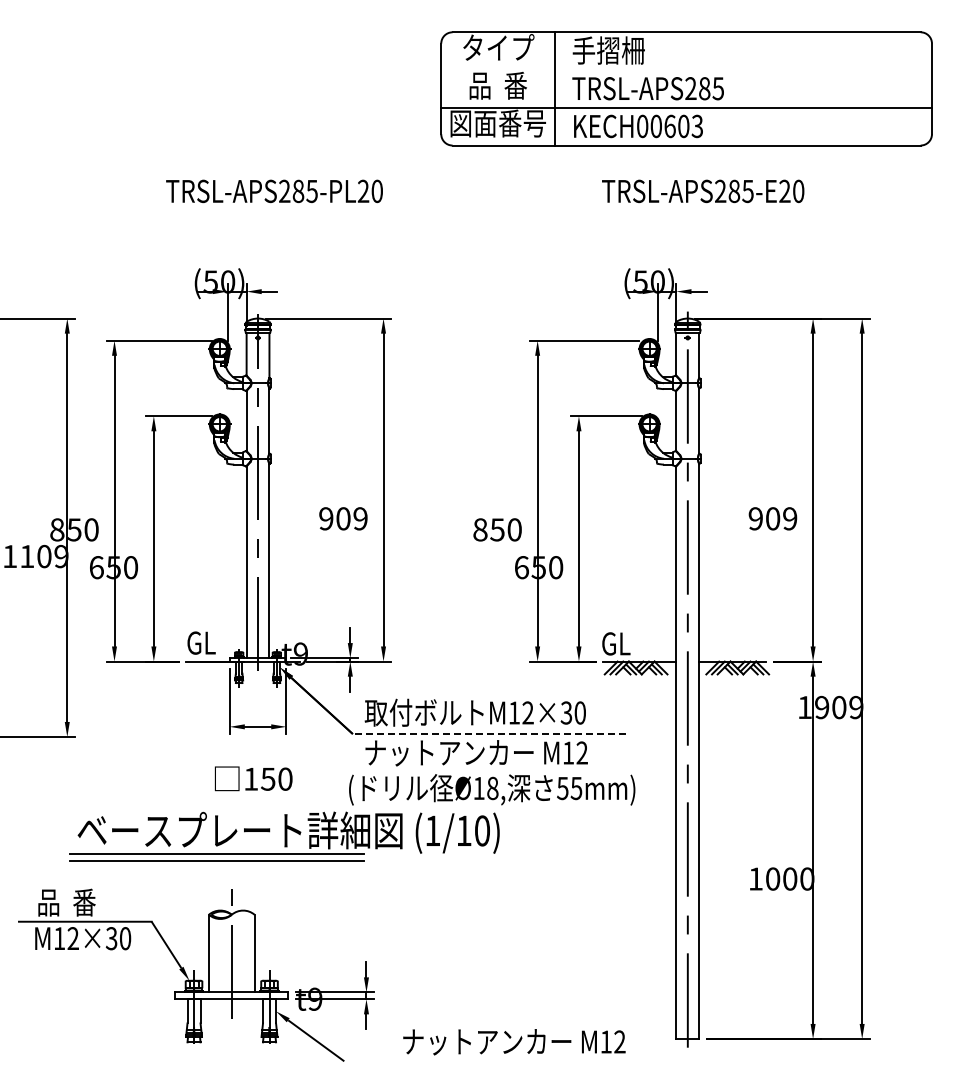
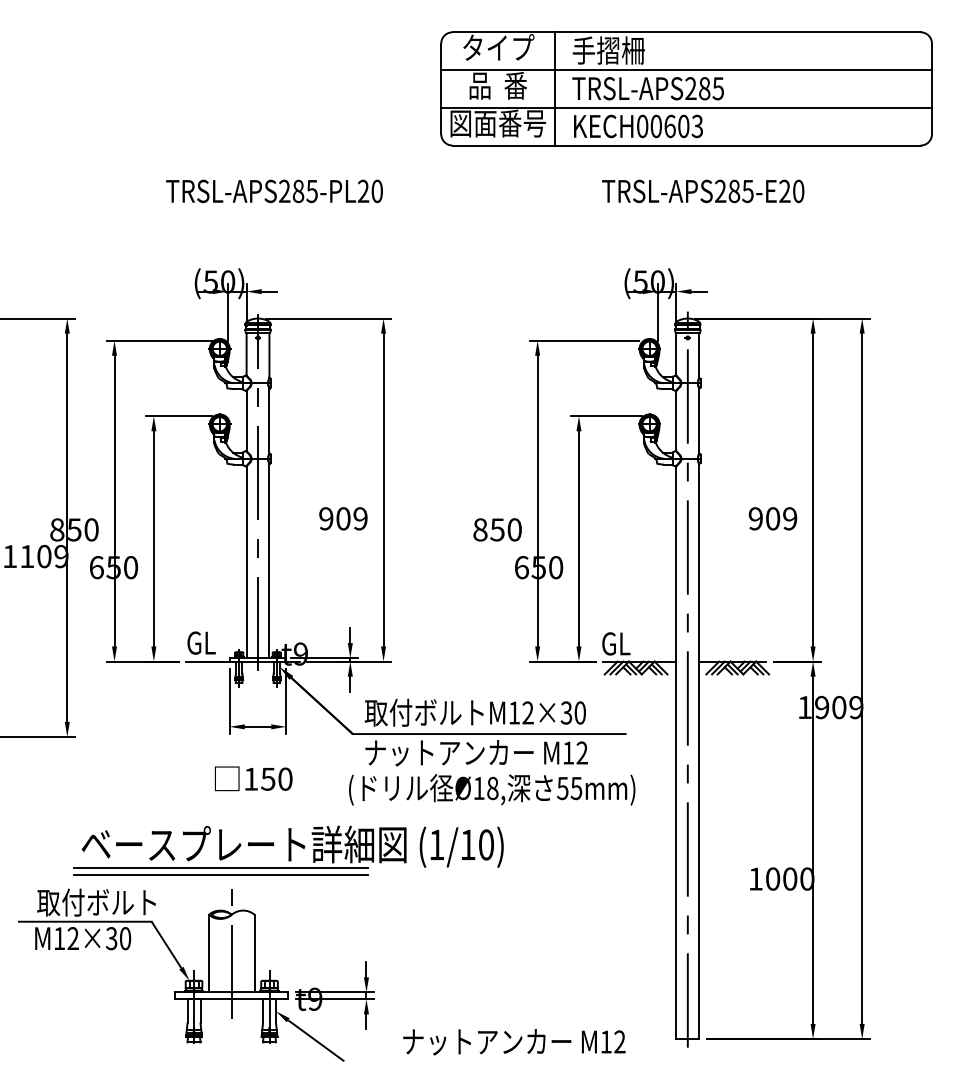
line at (686, 70): none -> present
line at (488, 734): dashed -> solid
part at (284, 836) position: (284, 836) -> (288, 850)
text at (96, 902): 品  番 -> 取付ボルト
